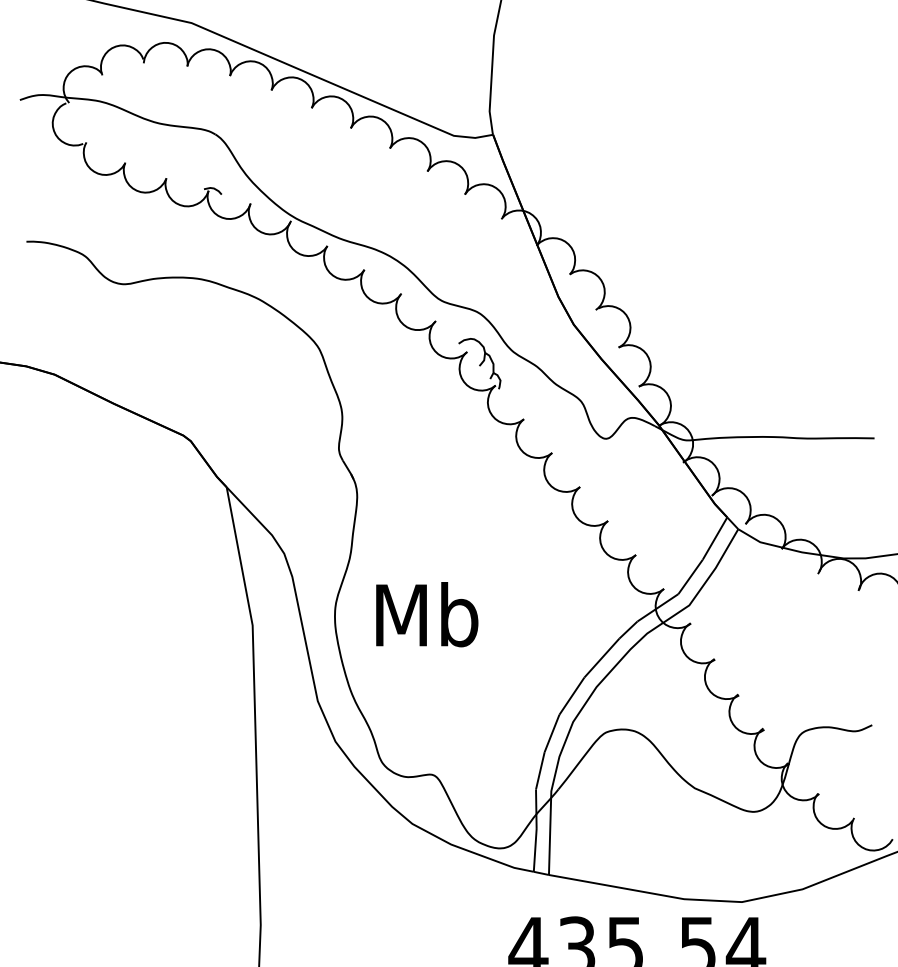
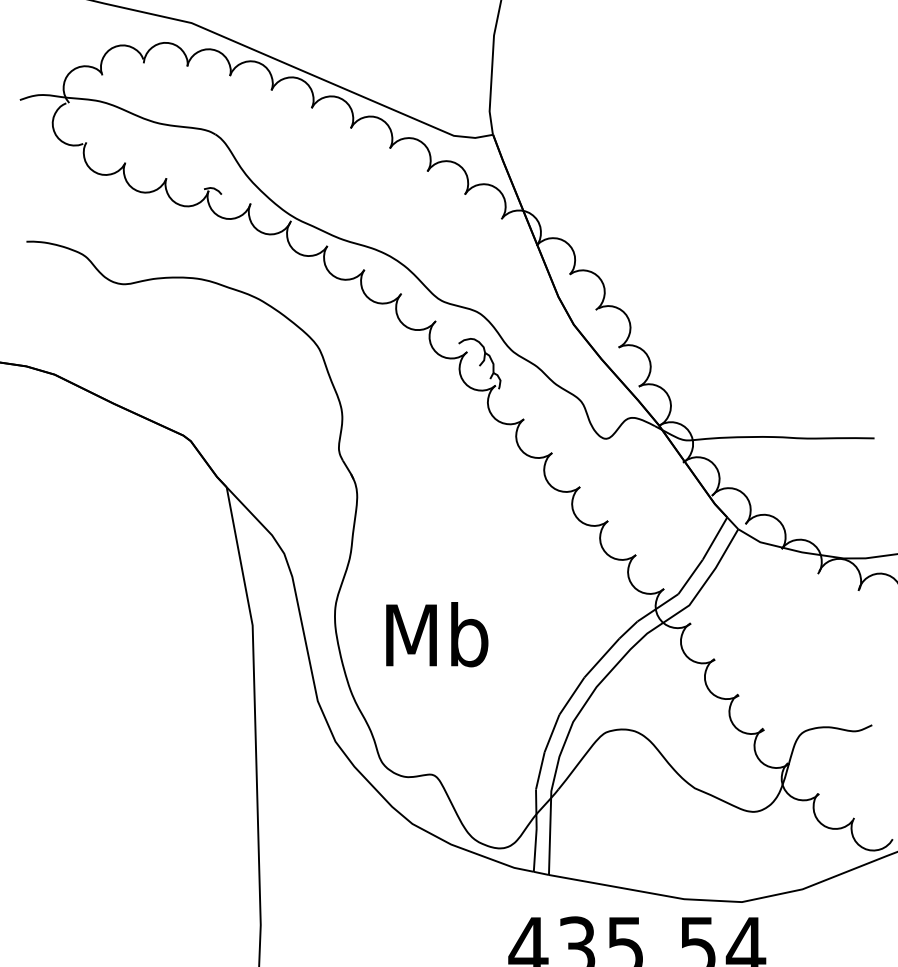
text at (427, 614) position: (427, 614) -> (437, 634)
